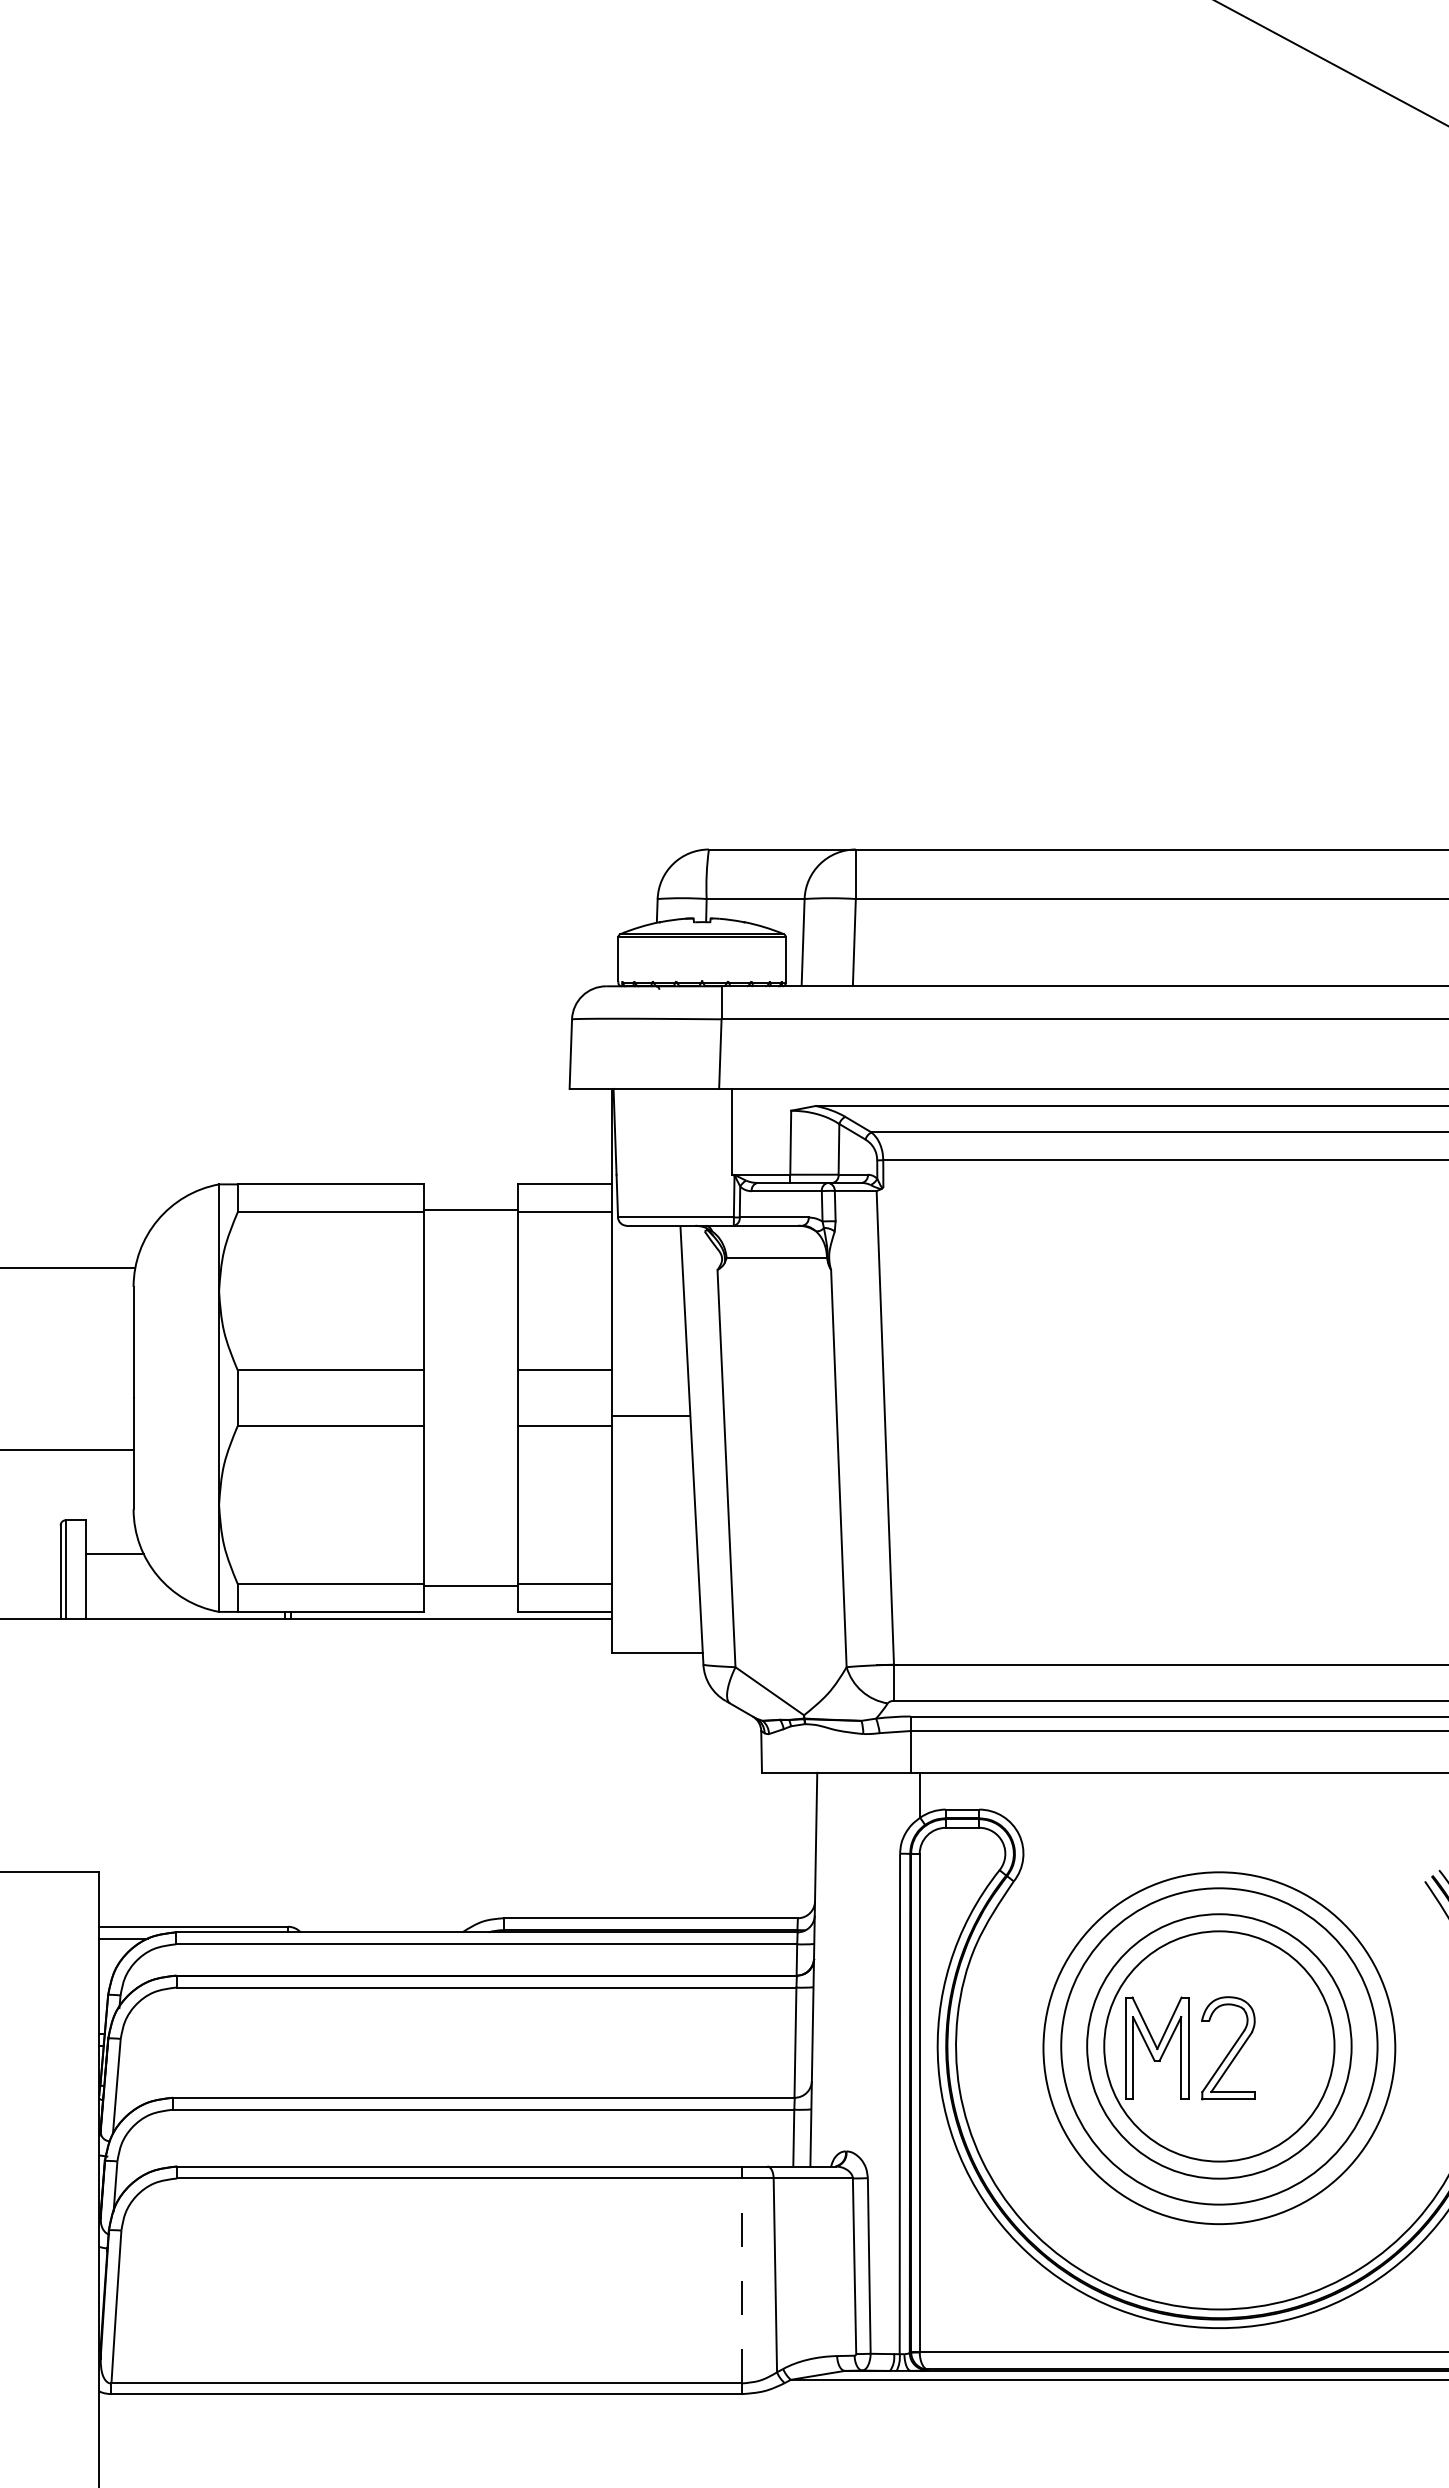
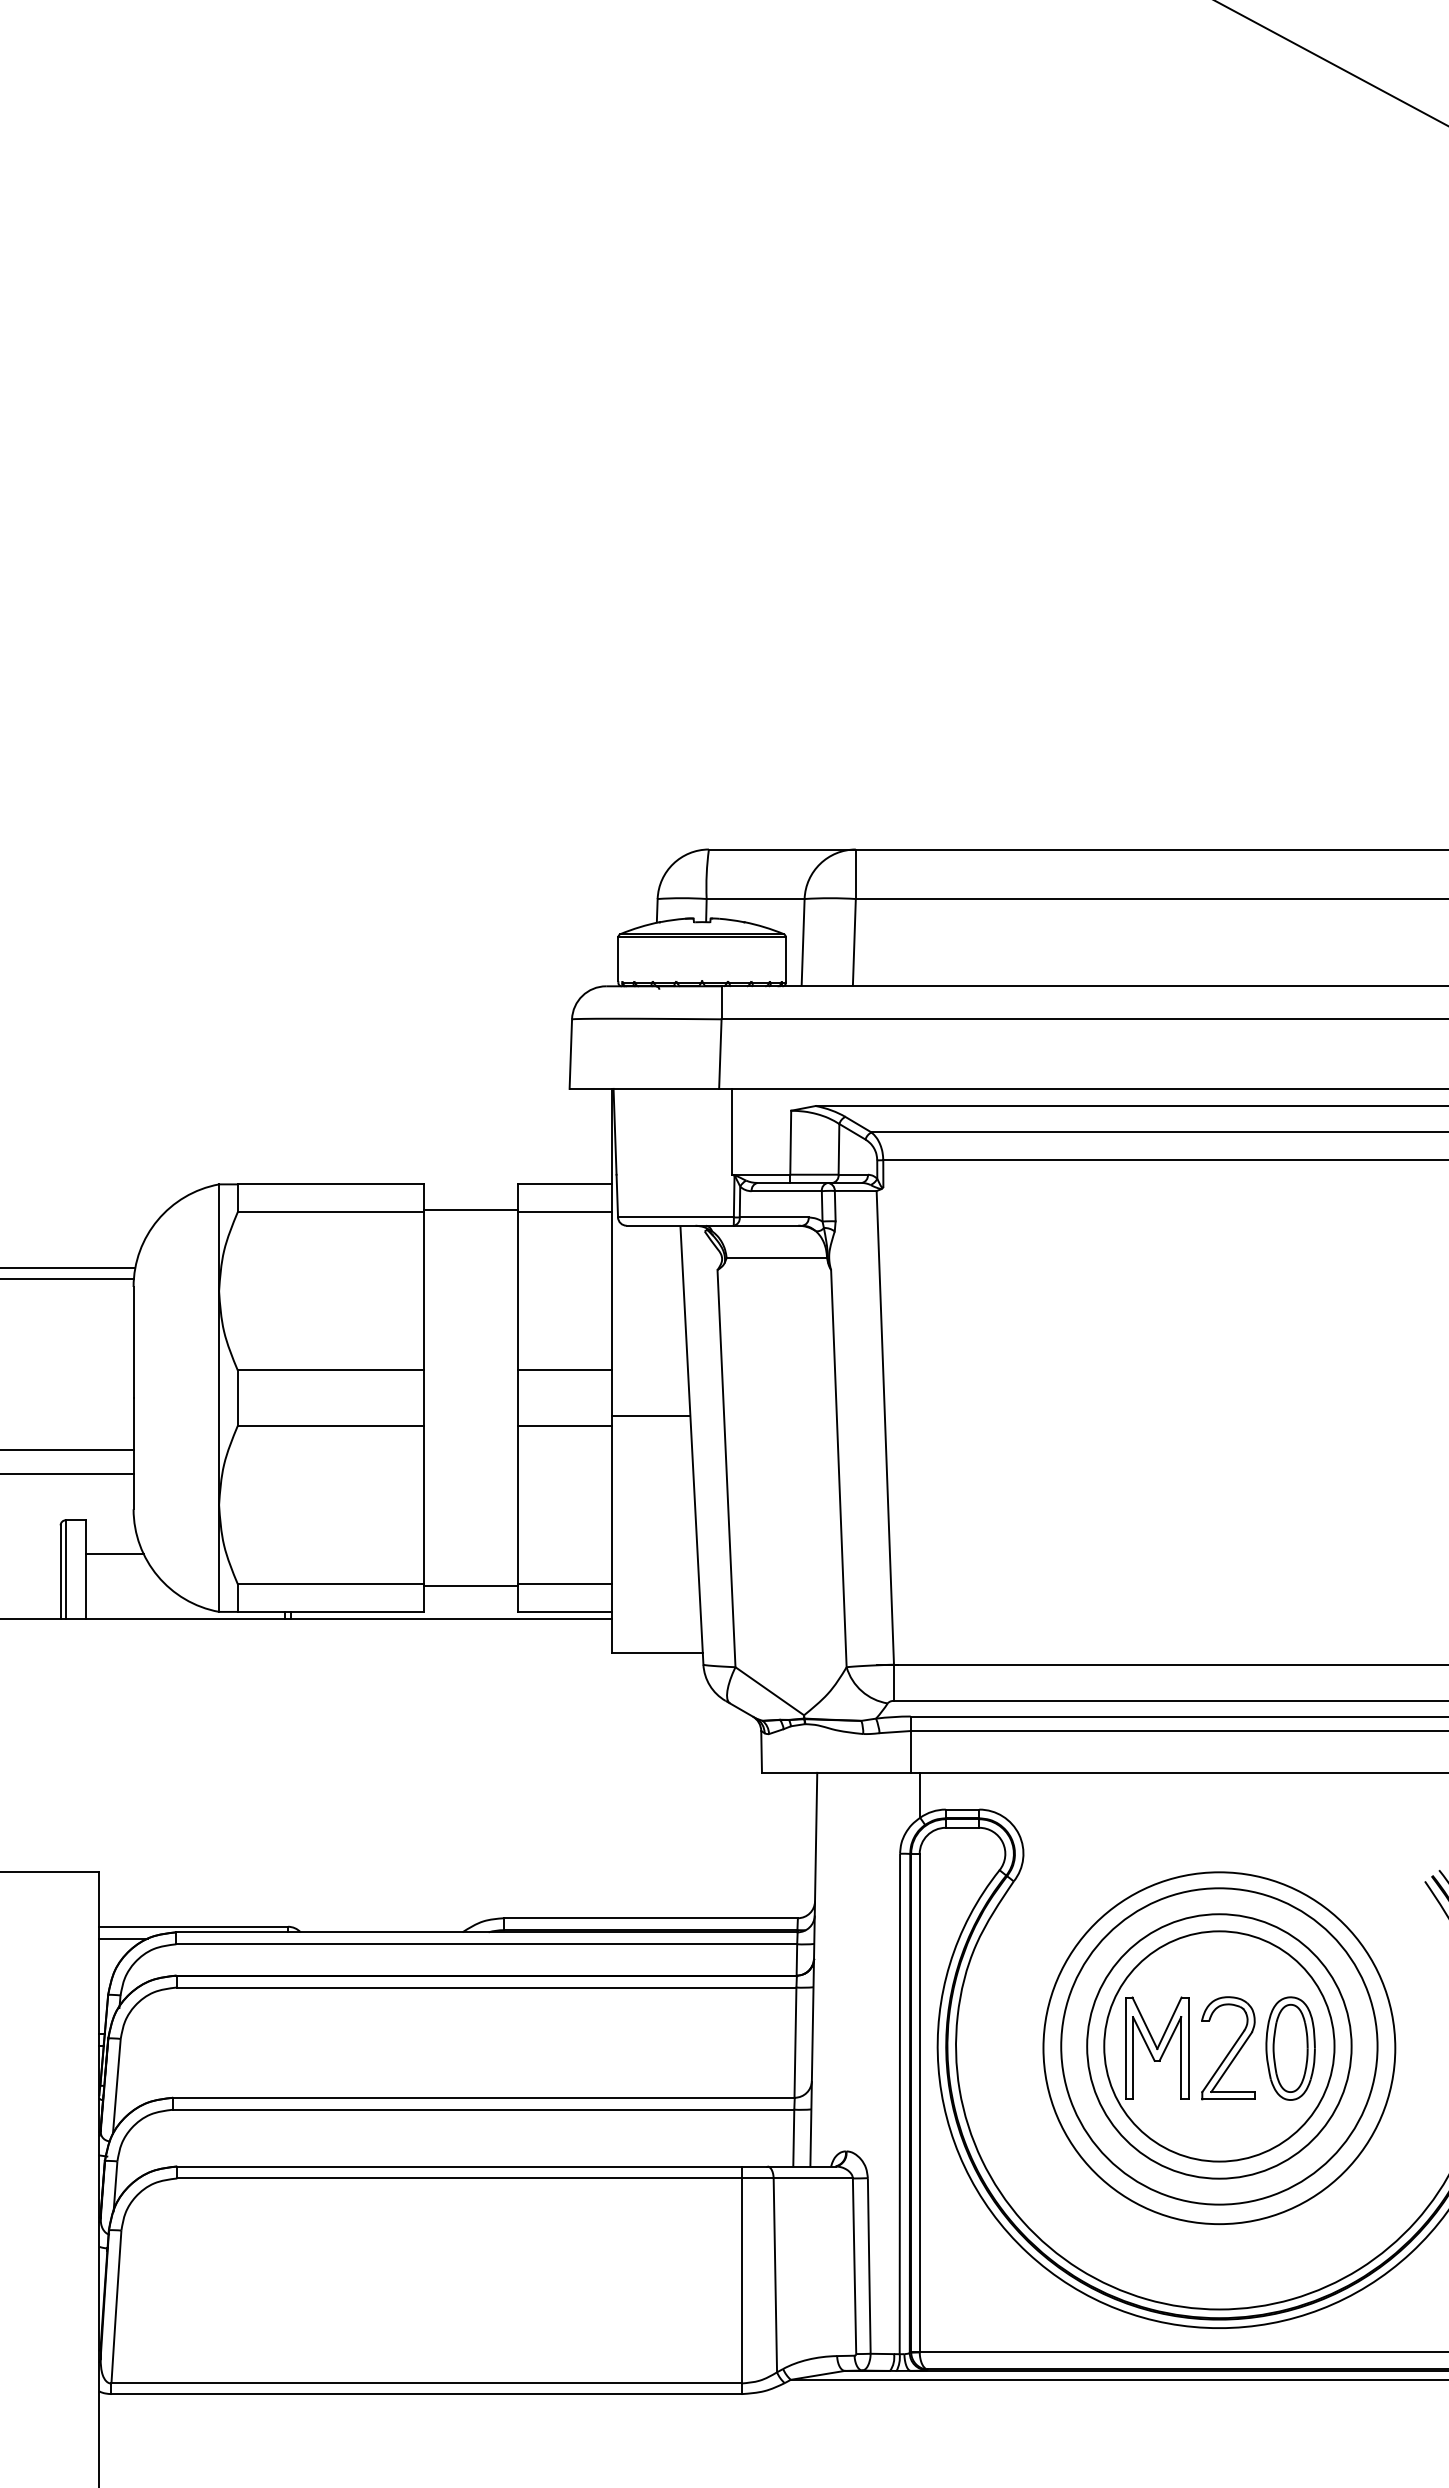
line at (67, 1279): none -> present
line at (67, 1474): none -> present
part at (1290, 2048): none -> present
line at (741, 2280): dashed -> solid
